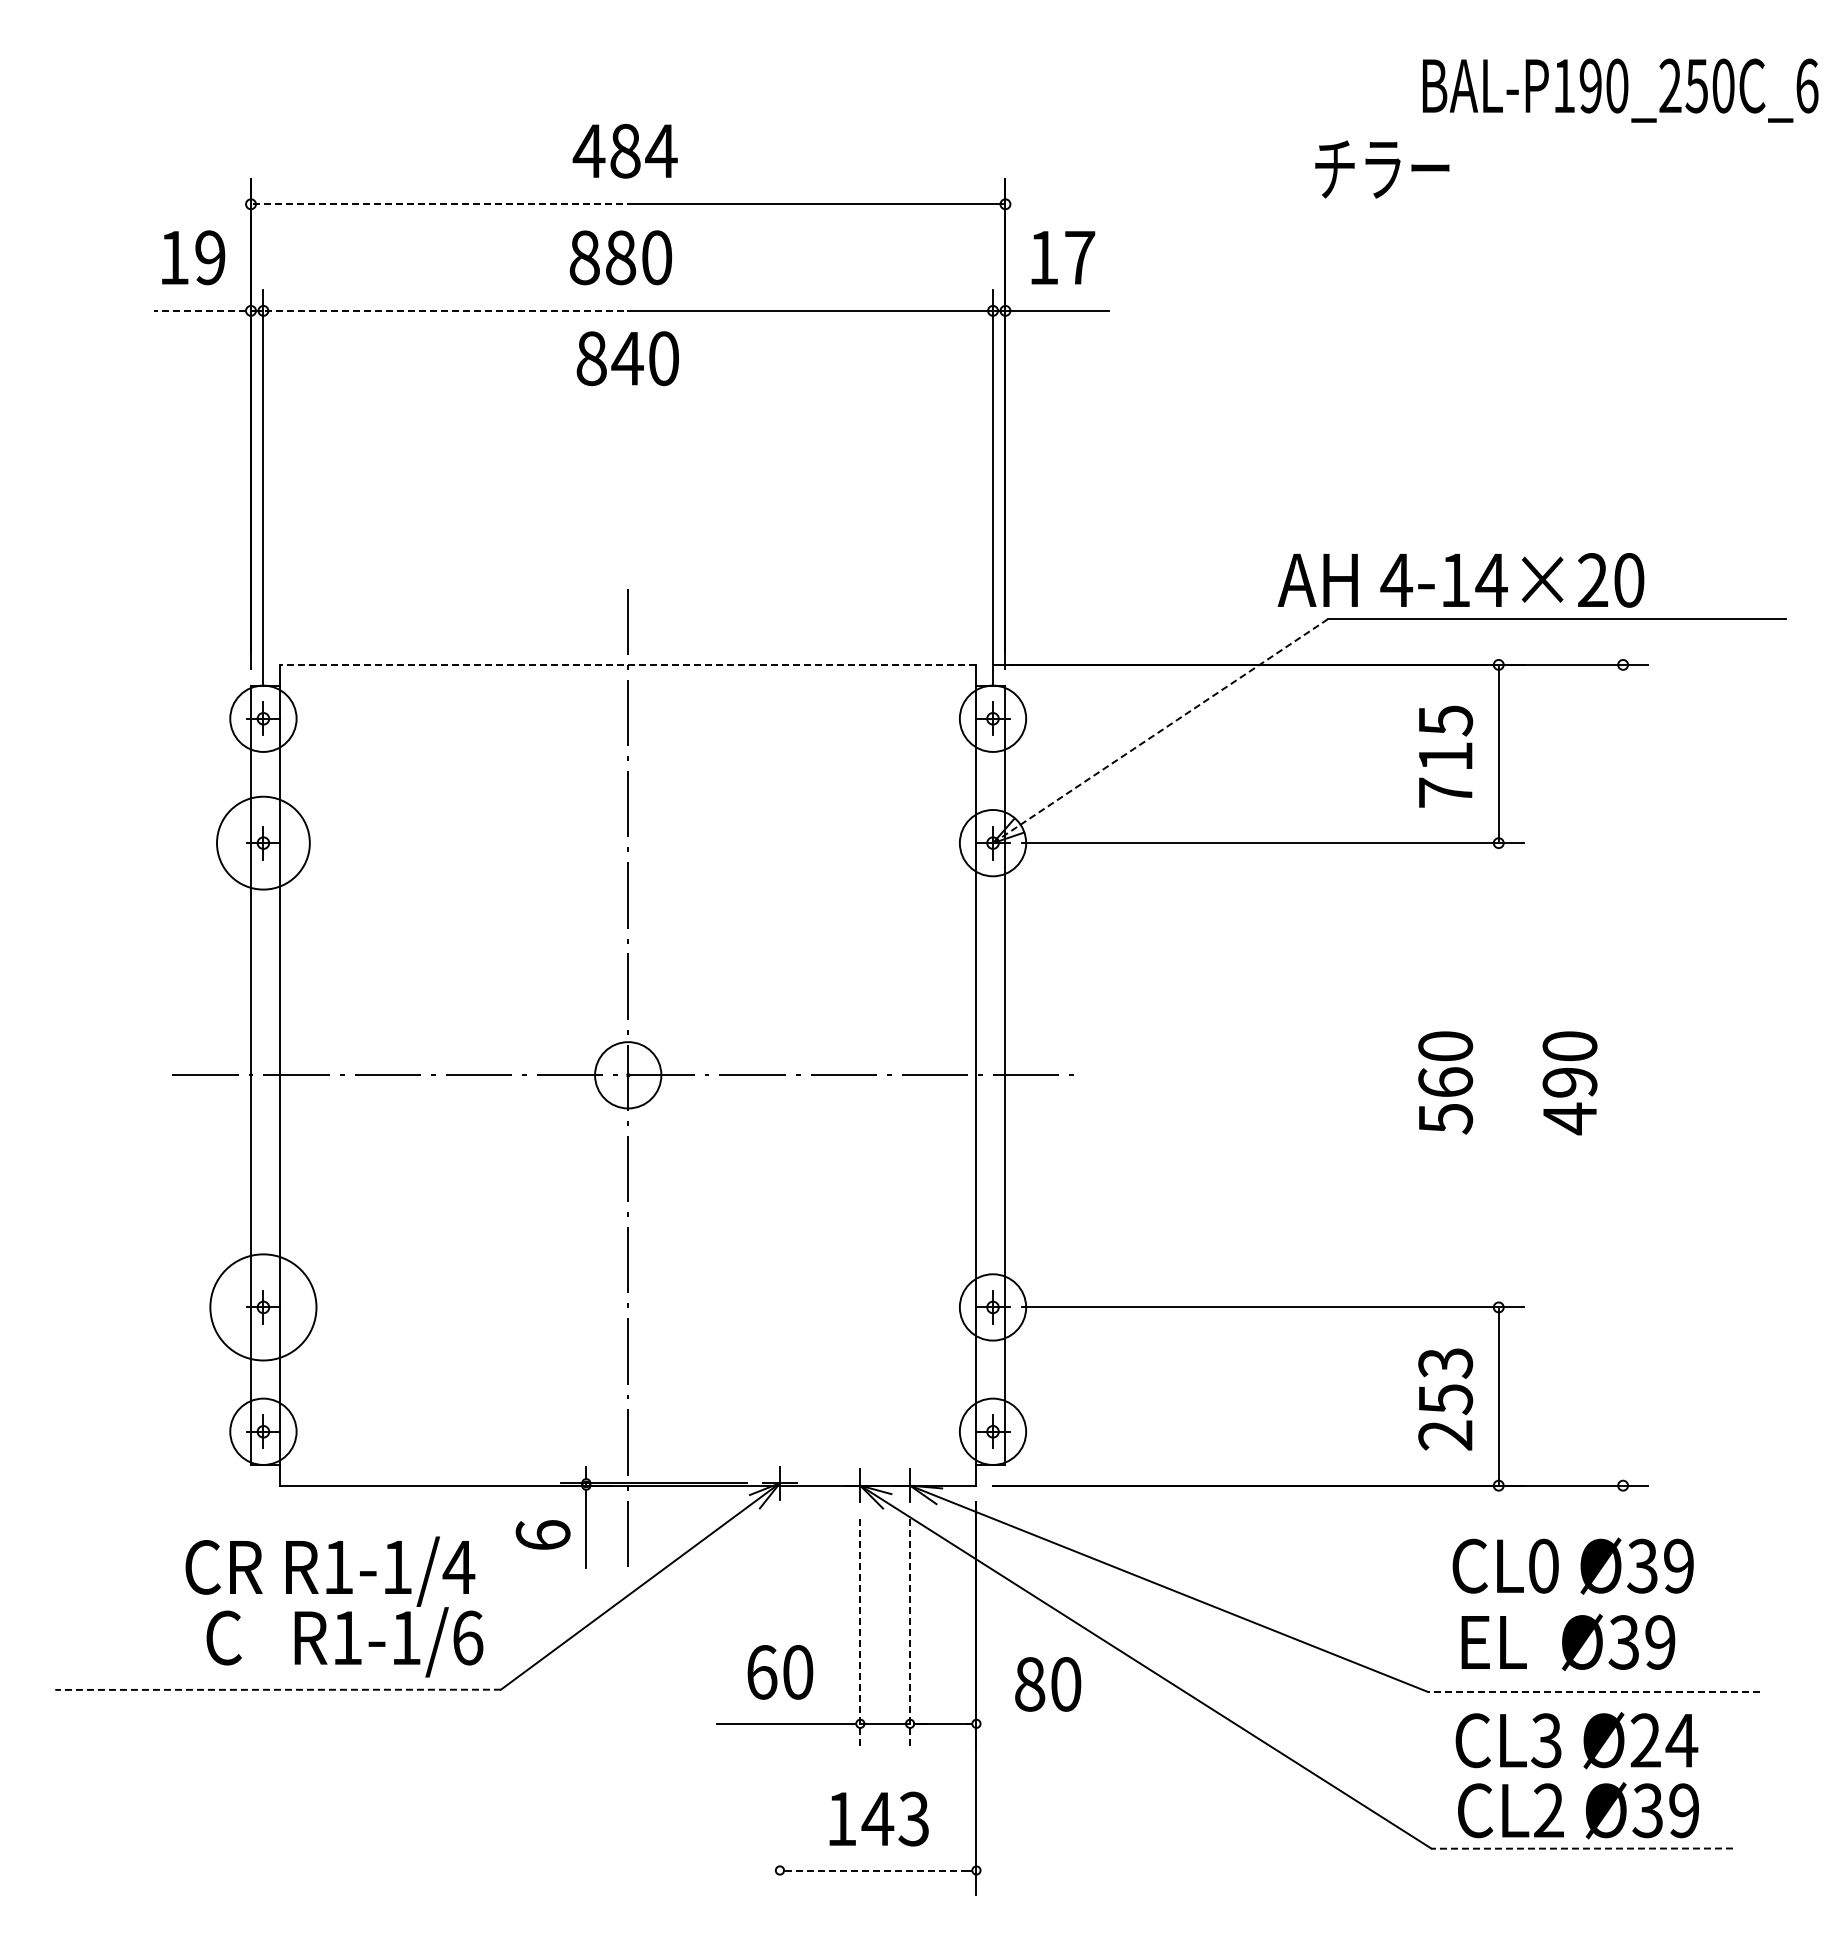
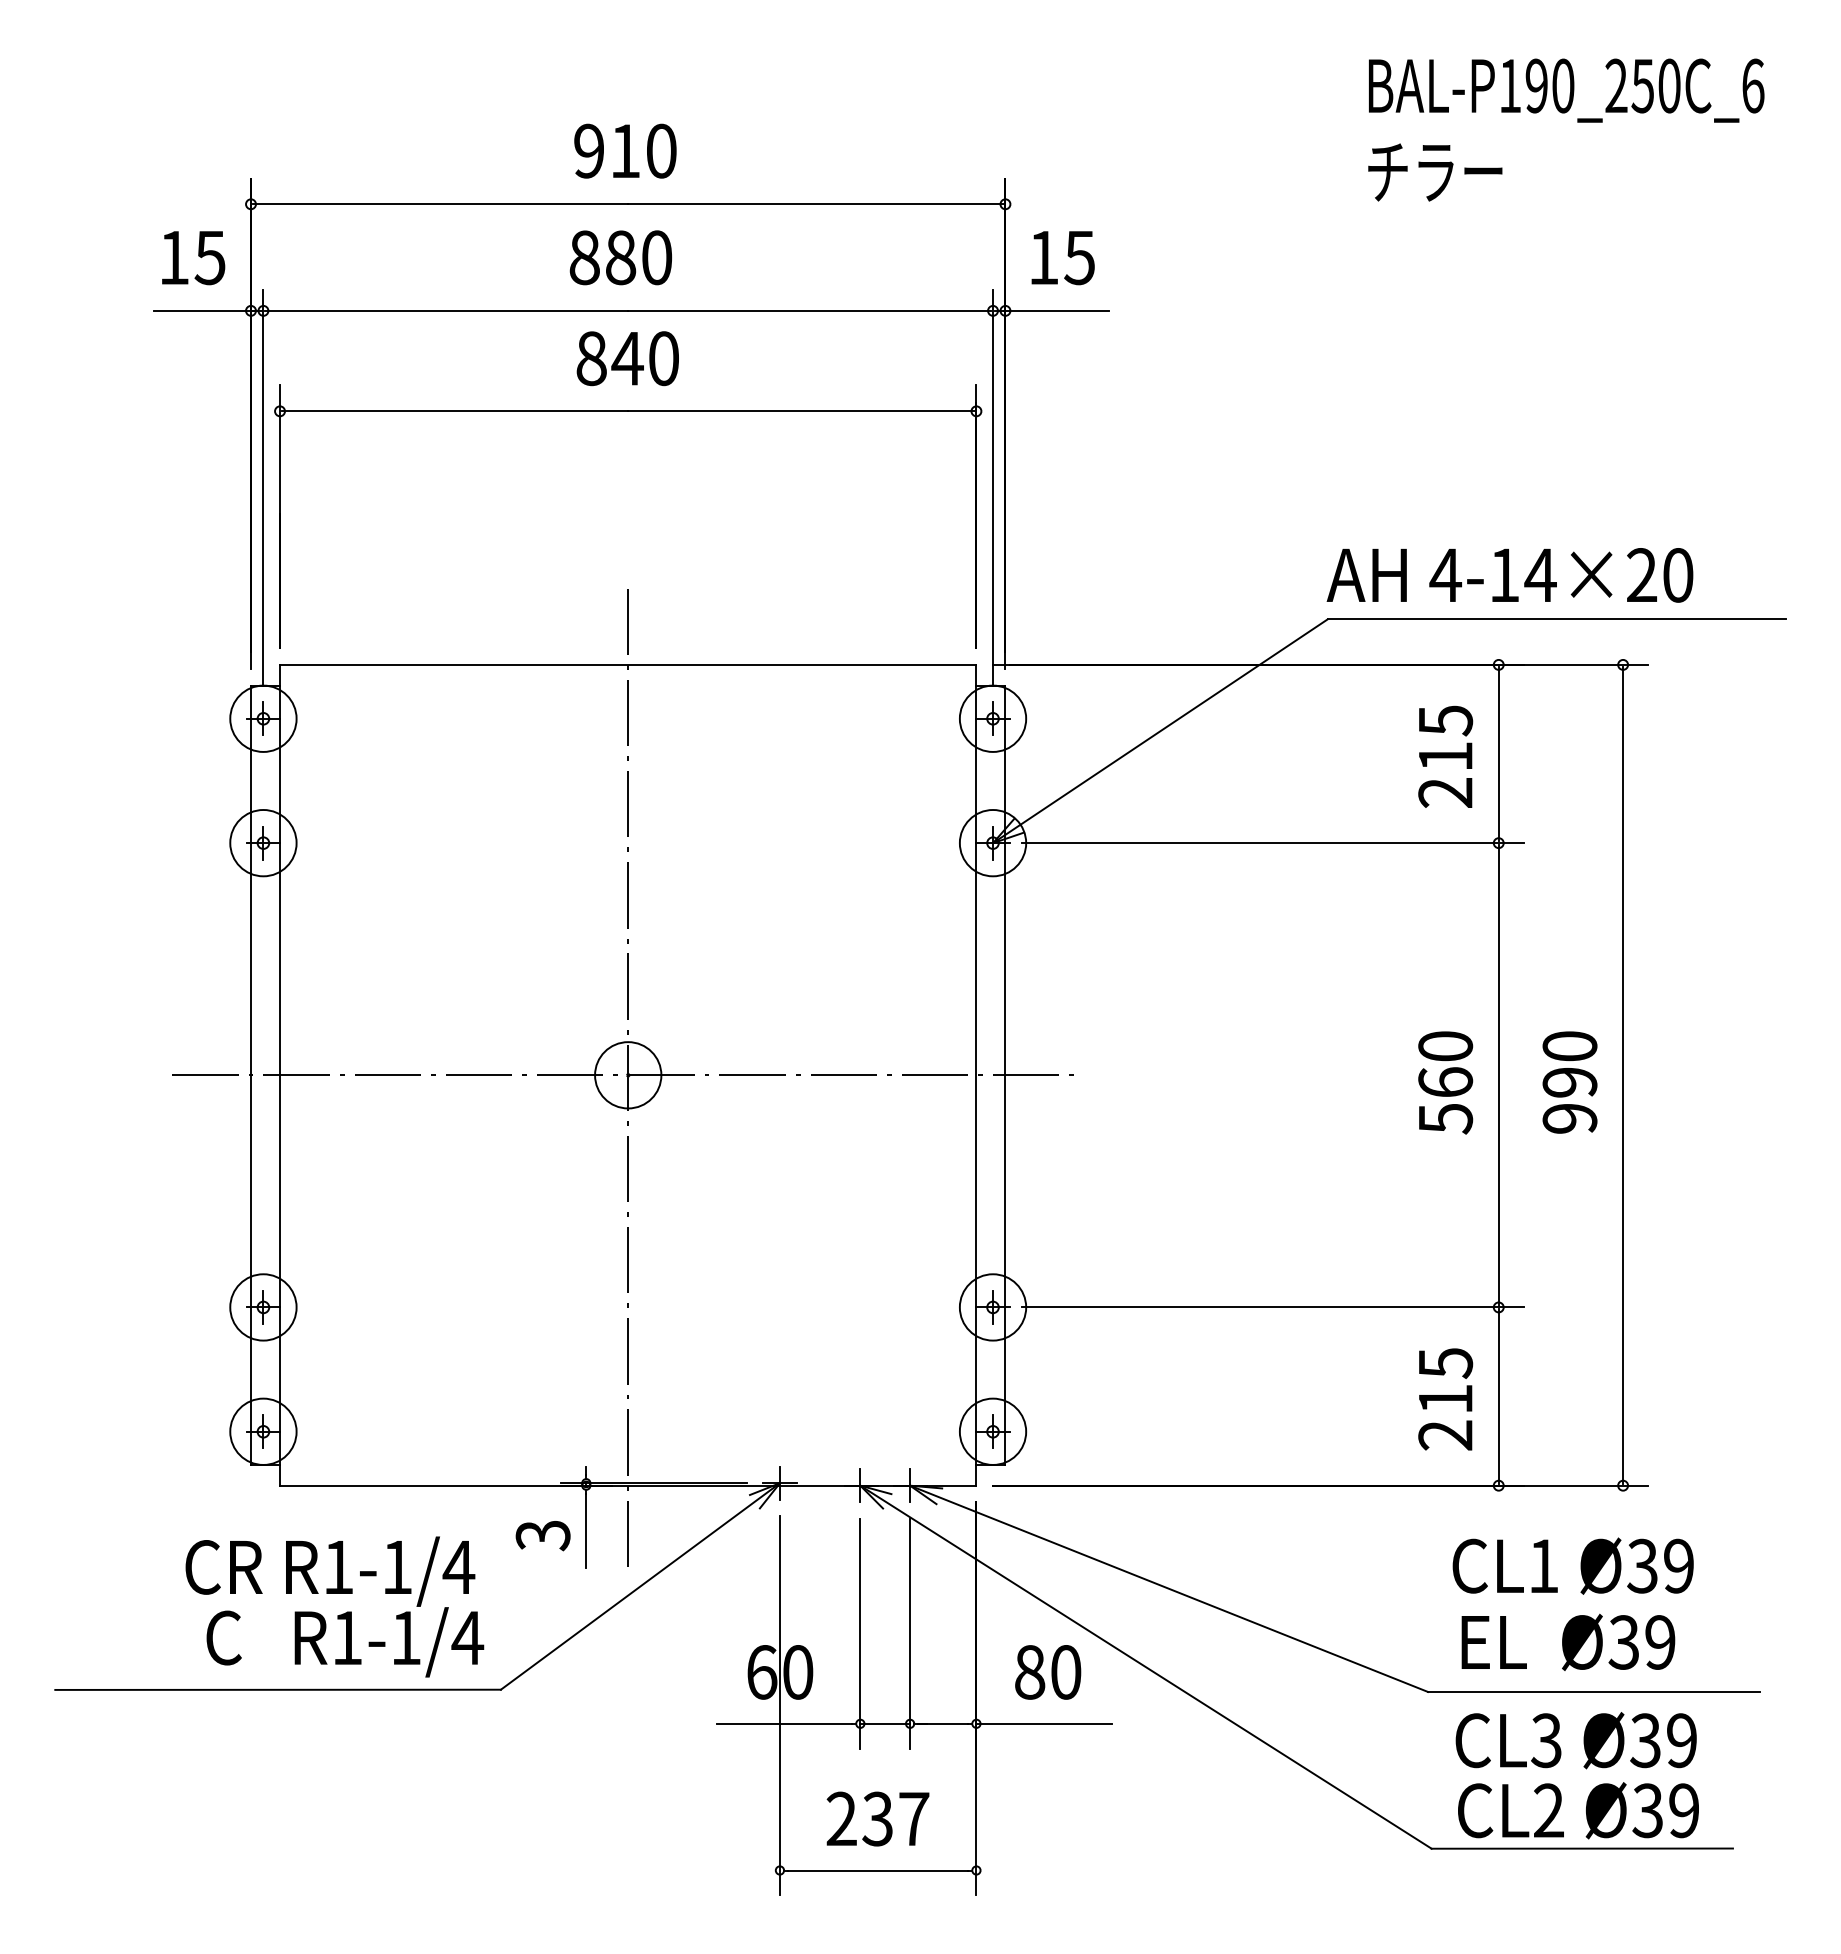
text at (1620, 90) position: (1620, 90) -> (1566, 90)
text at (624, 150): 484 -> 910
text at (1382, 169) position: (1382, 169) -> (1435, 172)
line at (440, 204): dashed -> solid
text at (209, 257): 19 -> 15
text at (1079, 258): 17 -> 15
line at (205, 310): dashed -> solid
line at (446, 310): dashed -> solid
part at (628, 411): none -> present
text at (1460, 580) position: (1460, 580) -> (1509, 575)
line at (627, 664): dashed -> solid
line at (1160, 731): dashed -> solid
text at (1445, 792): 715 -> 215
circle at (263, 842) diameter: 93 px -> 66 px
line at (1498, 1074): none -> present
line at (1623, 1075): none -> present
text at (1569, 1118): 490 -> 990
circle at (263, 1307) diameter: 106 px -> 66 px
text at (1445, 1381): 253 -> 215
text at (542, 1535): 6 -> 3
text at (1543, 1565): CL0 -> CL1
line at (860, 1633): dashed -> solid
line at (910, 1633): dashed -> solid
text at (467, 1637): R1-1/6 -> R1-1/4
text at (1048, 1684) position: (1048, 1684) -> (1048, 1672)
line at (278, 1689): dashed -> solid
line at (1593, 1691): dashed -> solid
line at (779, 1705): none -> present
line at (1043, 1723): none -> present
text at (1664, 1740): Ø24 -> Ø39
text at (877, 1818): 143 -> 237
line at (1582, 1848): dashed -> solid
line at (878, 1870): dashed -> solid
